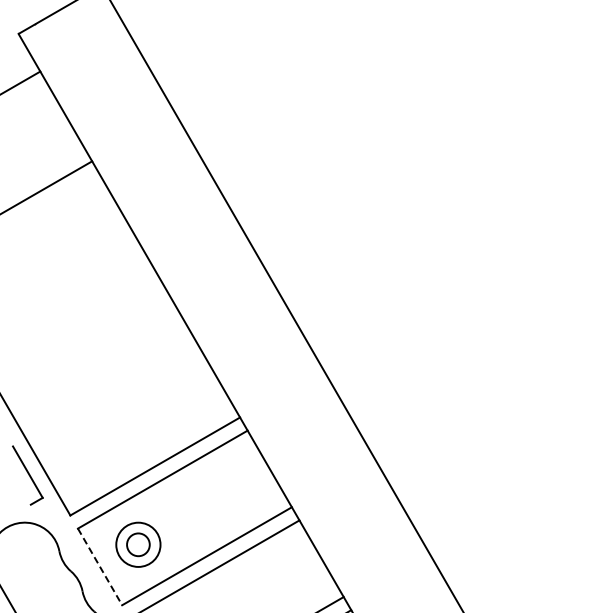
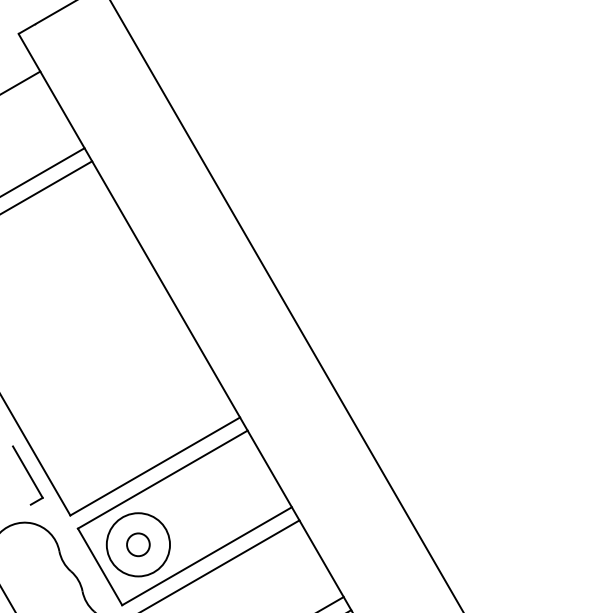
line at (43, 171): none -> present
circle at (138, 544) diameter: 44 px -> 63 px
line at (100, 567): dashed -> solid
